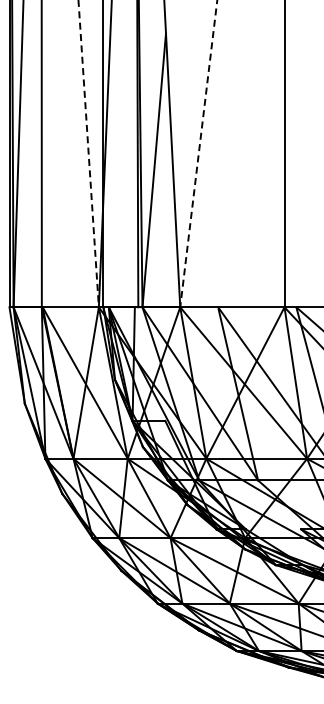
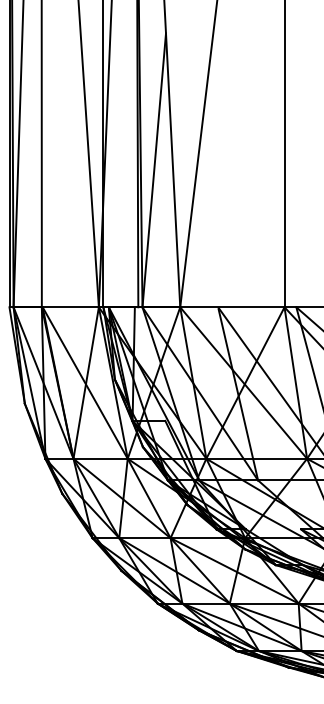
line at (88, 153): dashed -> solid
line at (198, 154): dashed -> solid
